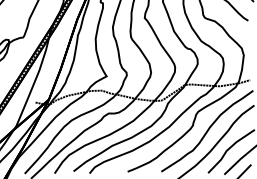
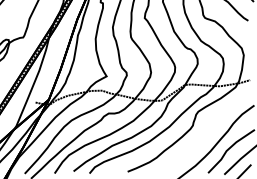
curve at (207, 131): present -> none
